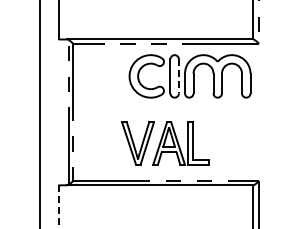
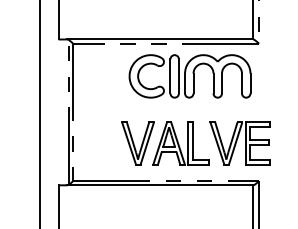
line at (178, 76): dashed -> solid
part at (239, 143): none -> present
line at (58, 207): dashed -> solid
